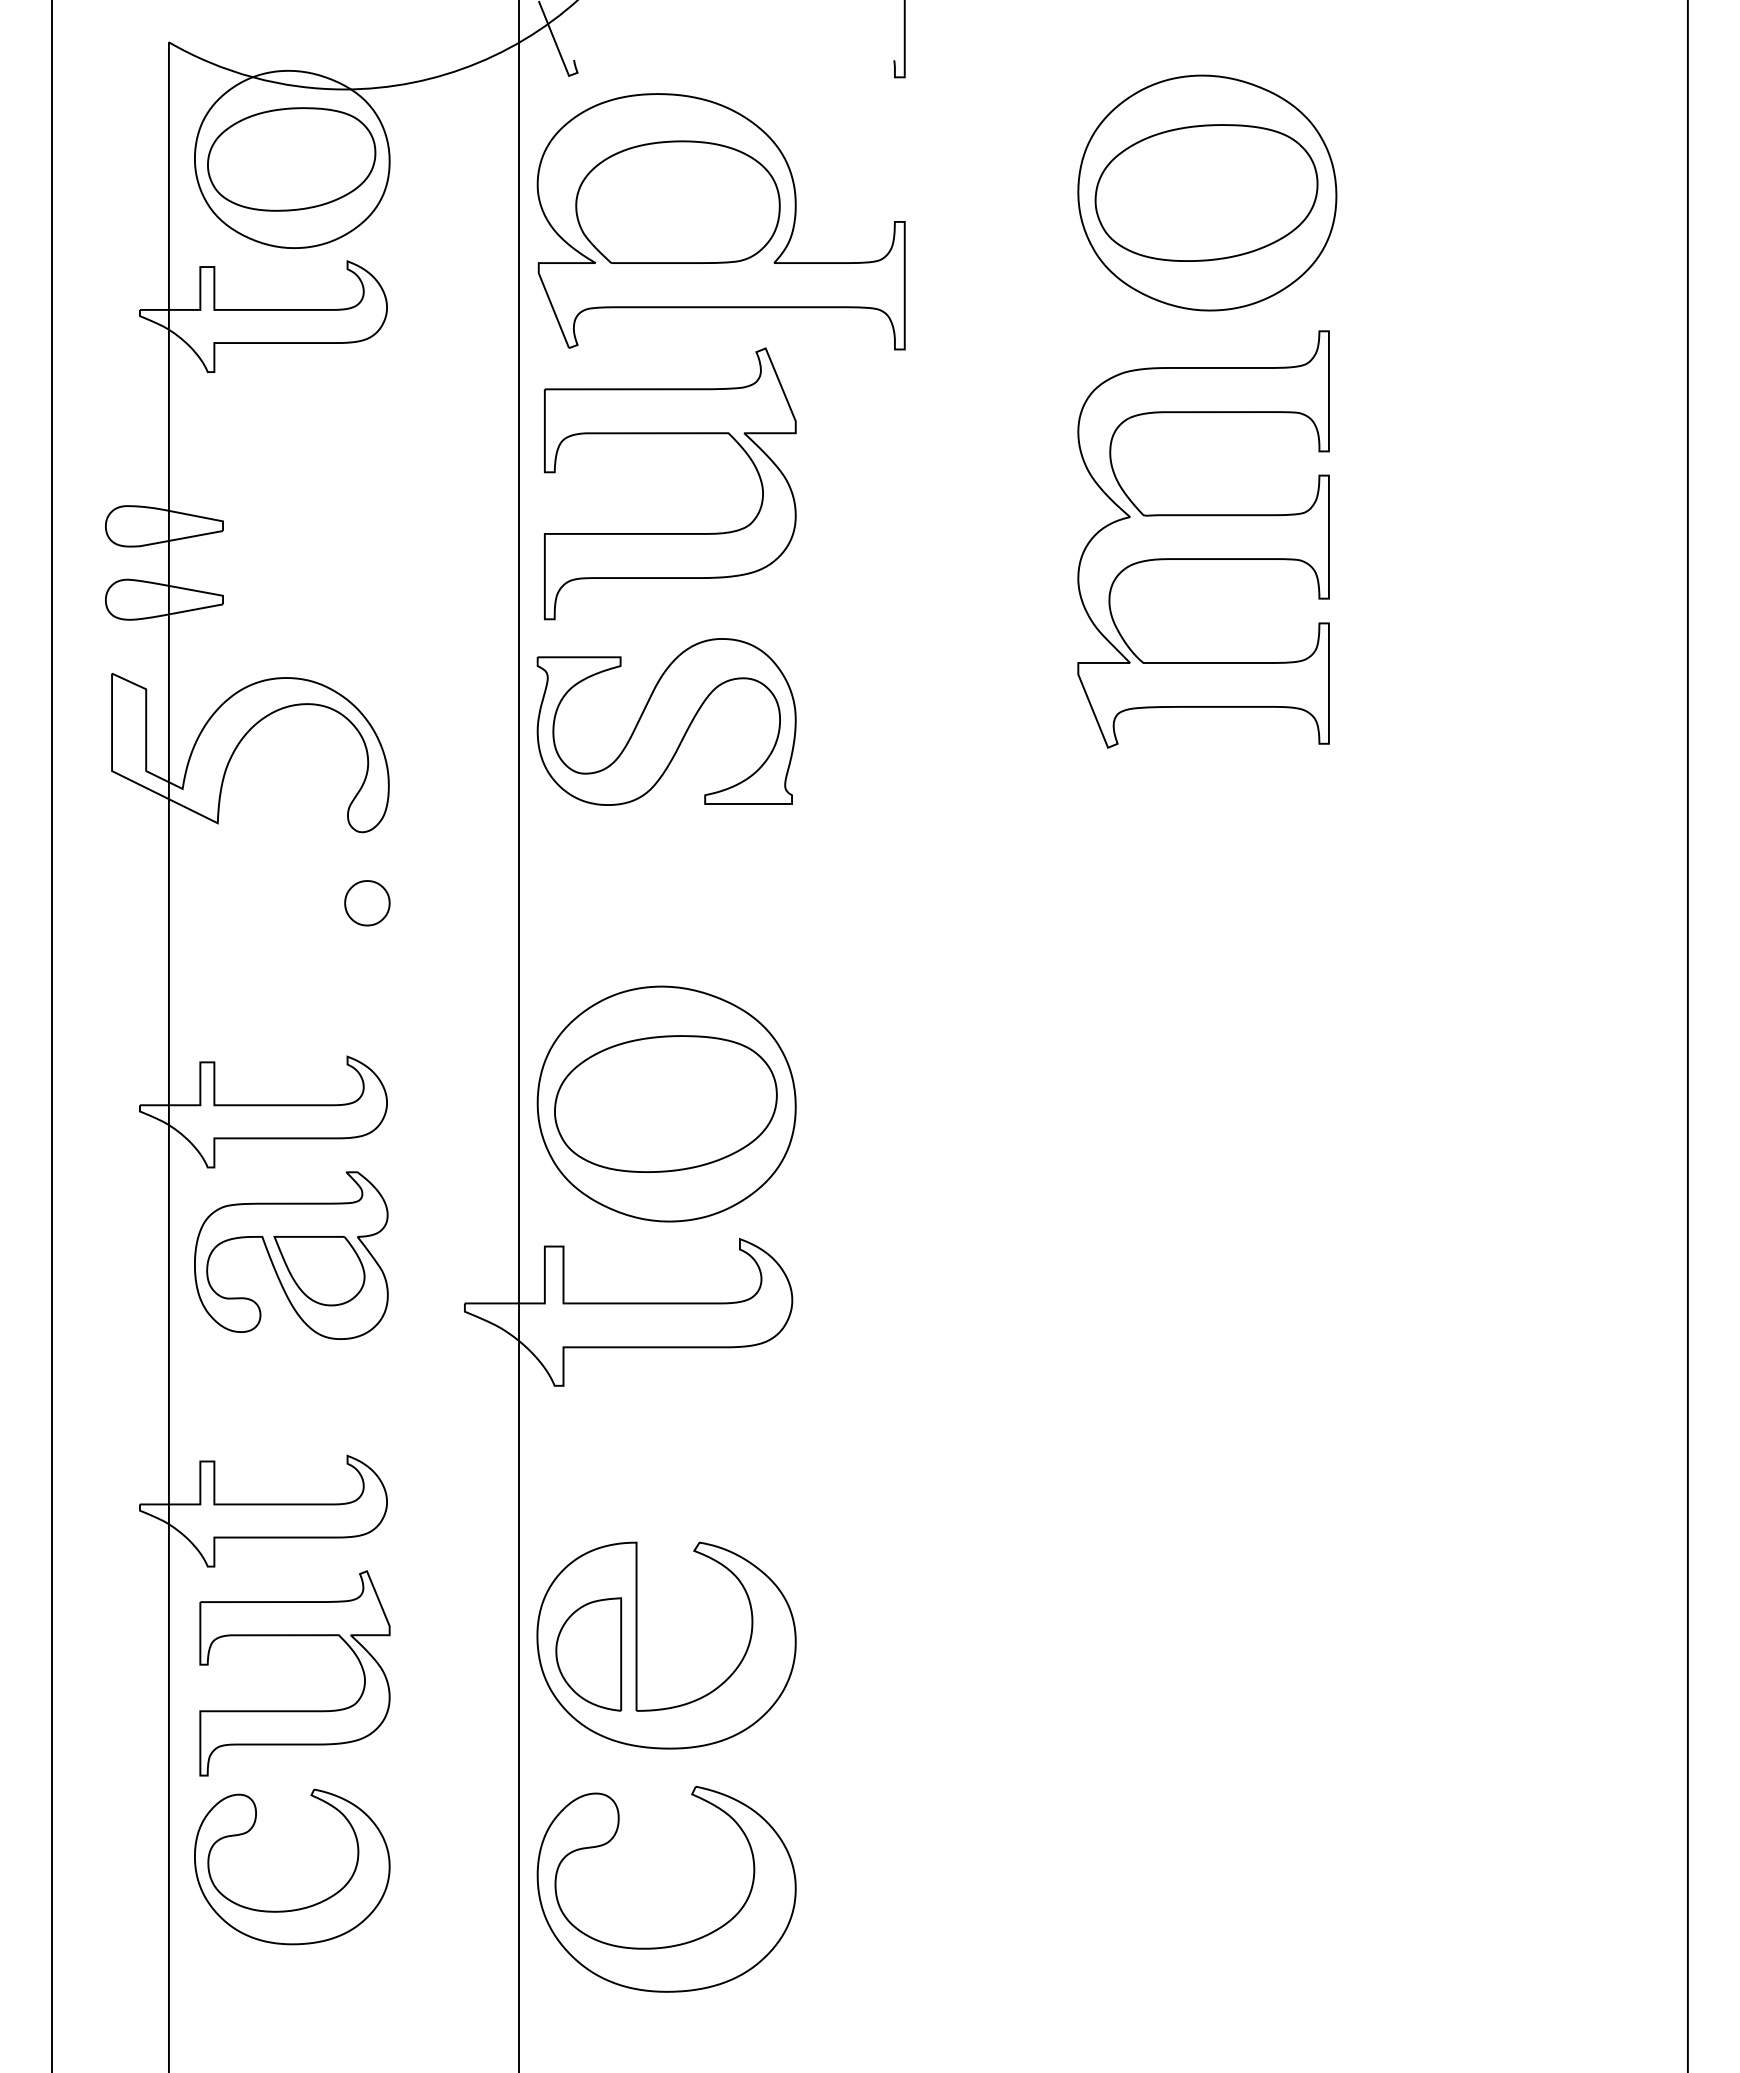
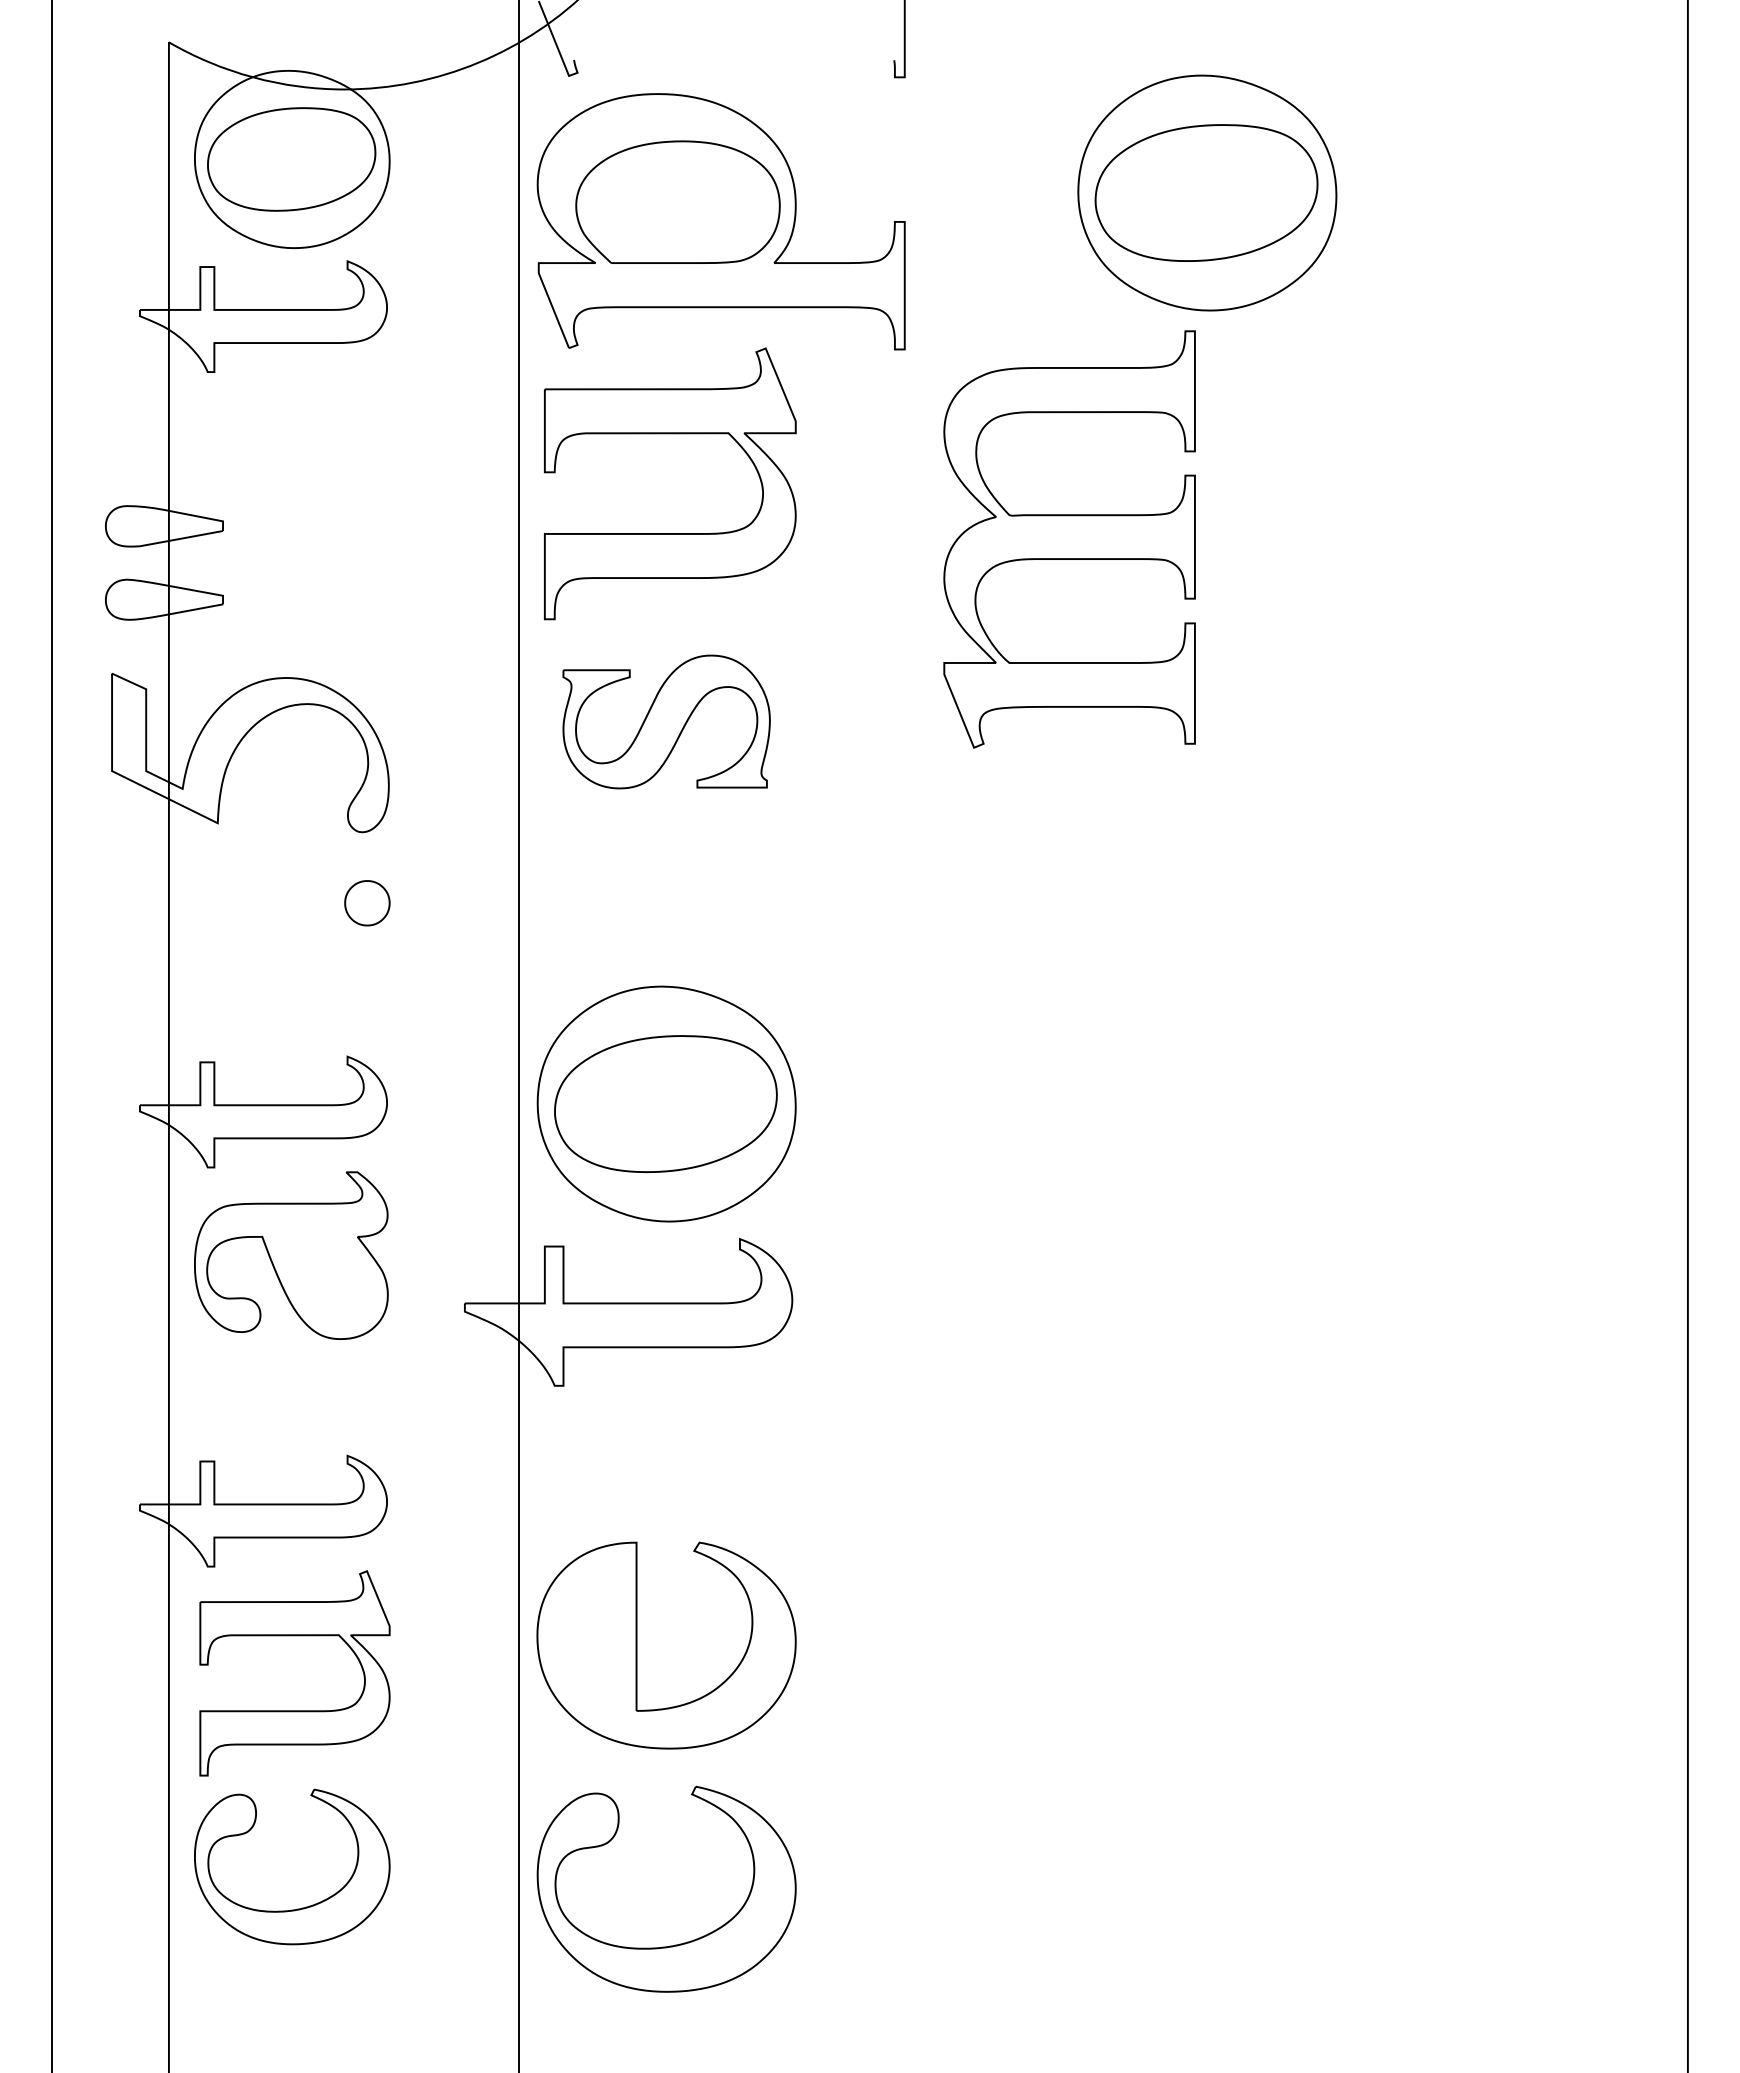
part at (1203, 539) position: (1203, 539) -> (1069, 539)
part at (666, 721) size: 261x168 px -> 209x136 px
part at (319, 1271): present -> none
part at (588, 1654): present -> none
